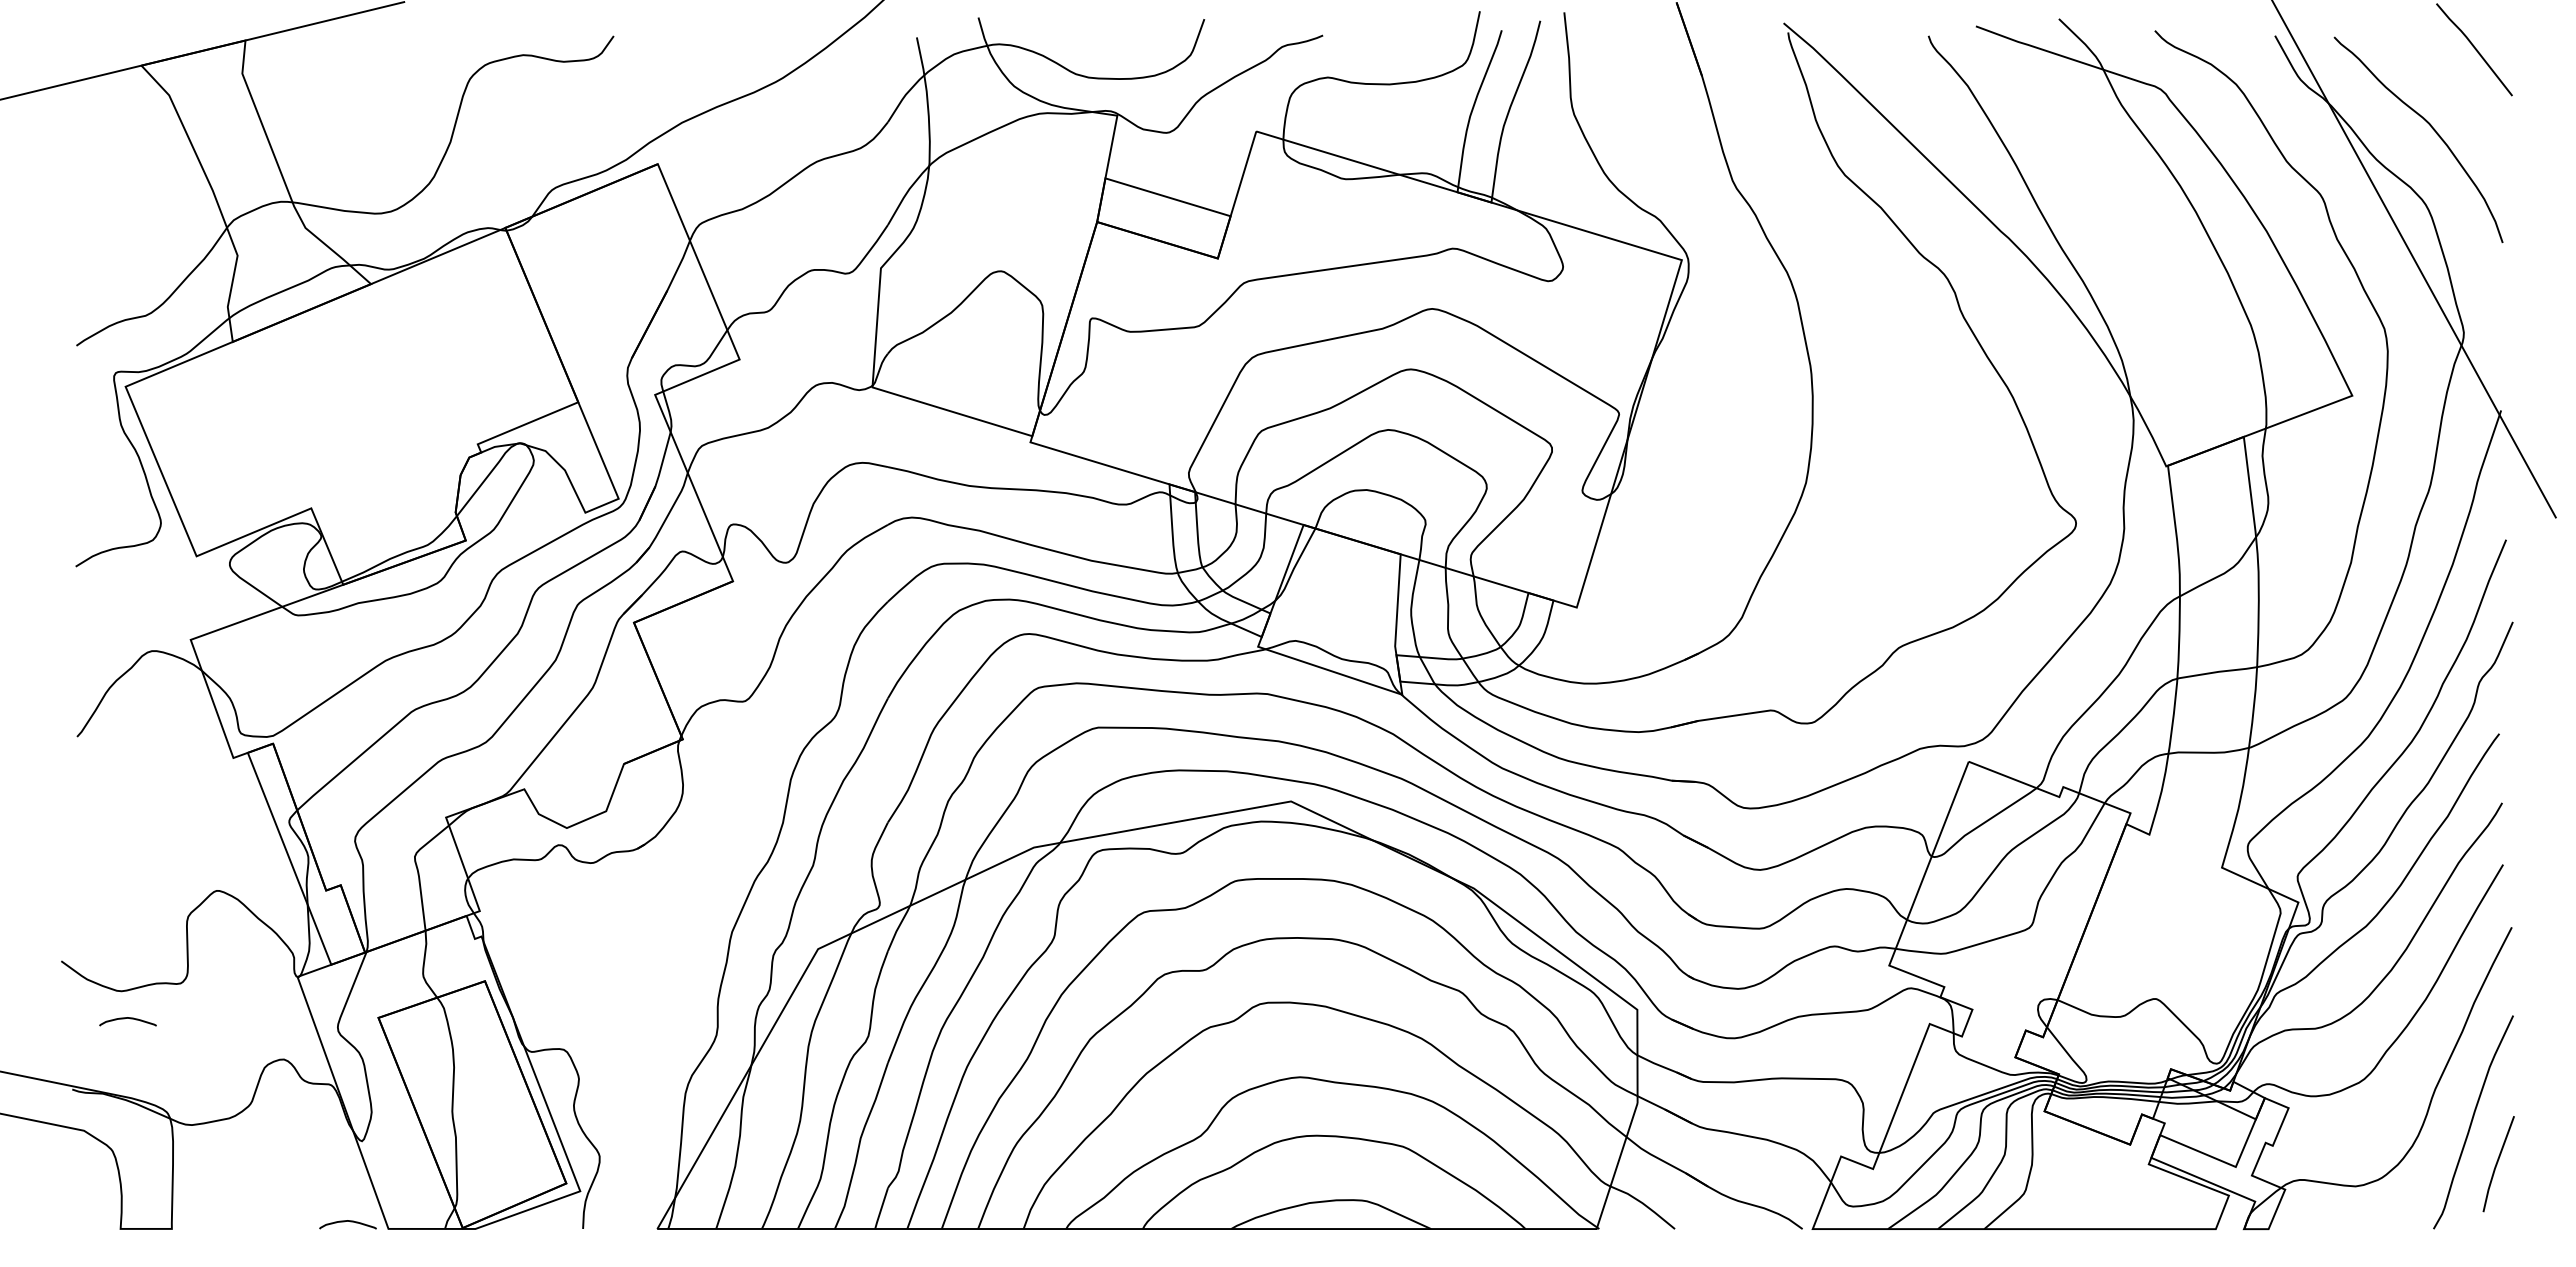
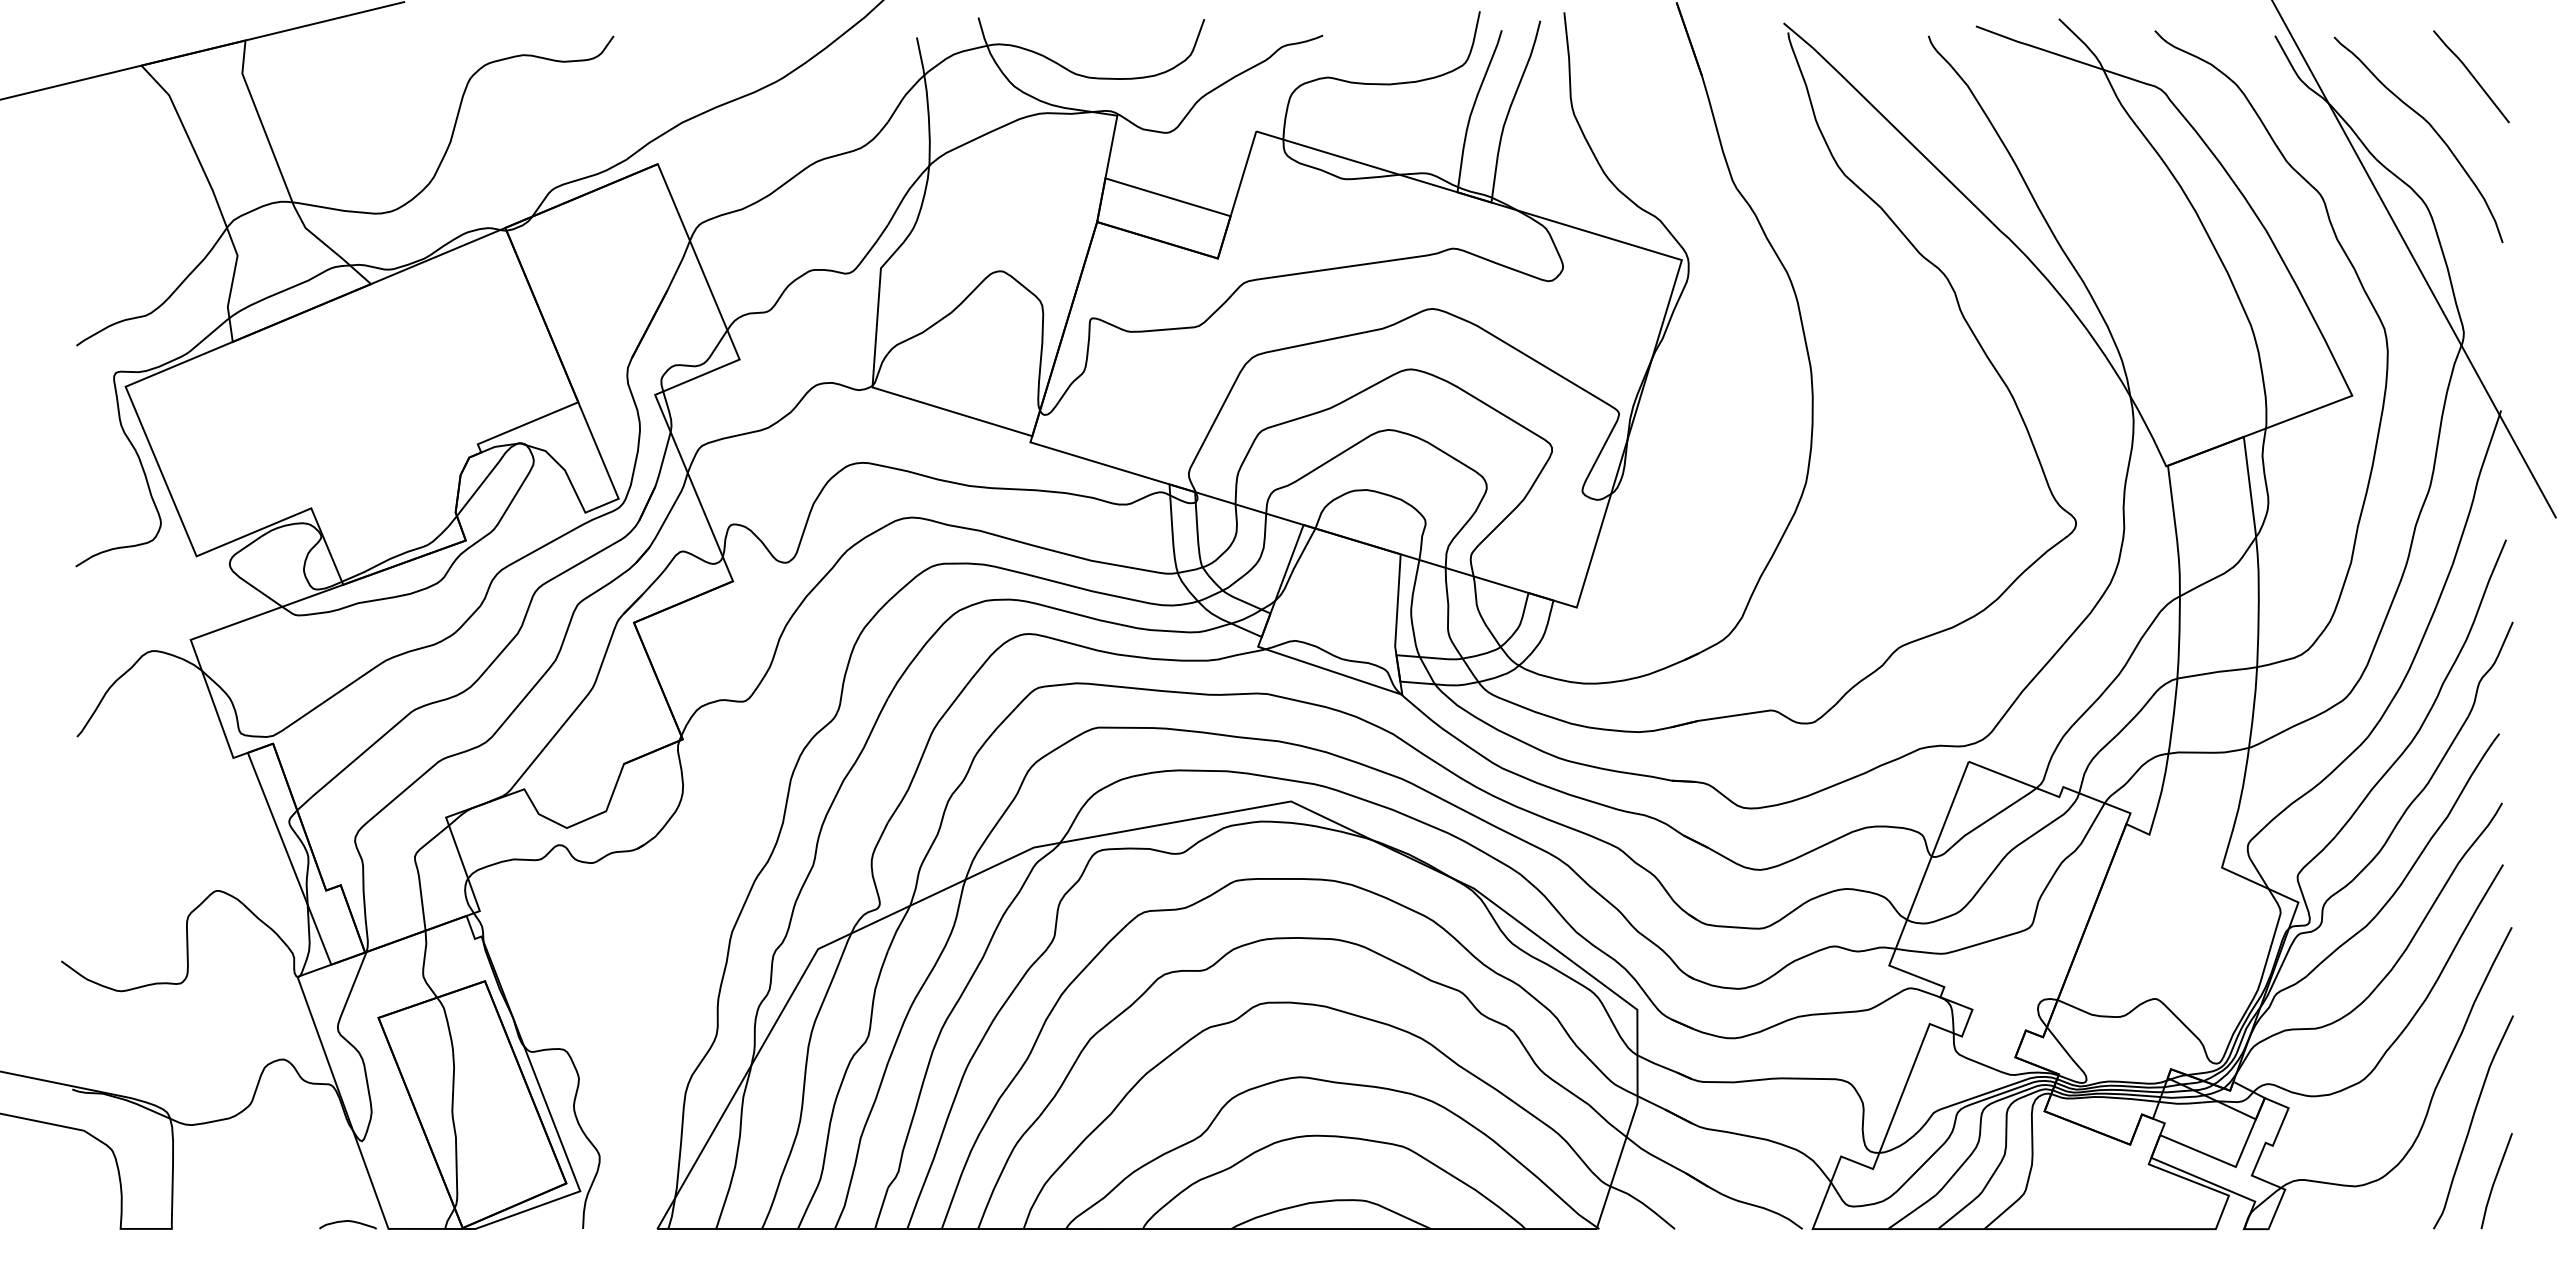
line at (2474, 49) position: (2474, 49) -> (2471, 76)
curve at (127, 1018): present -> none
line at (2497, 1164) position: (2497, 1164) -> (2495, 1181)
